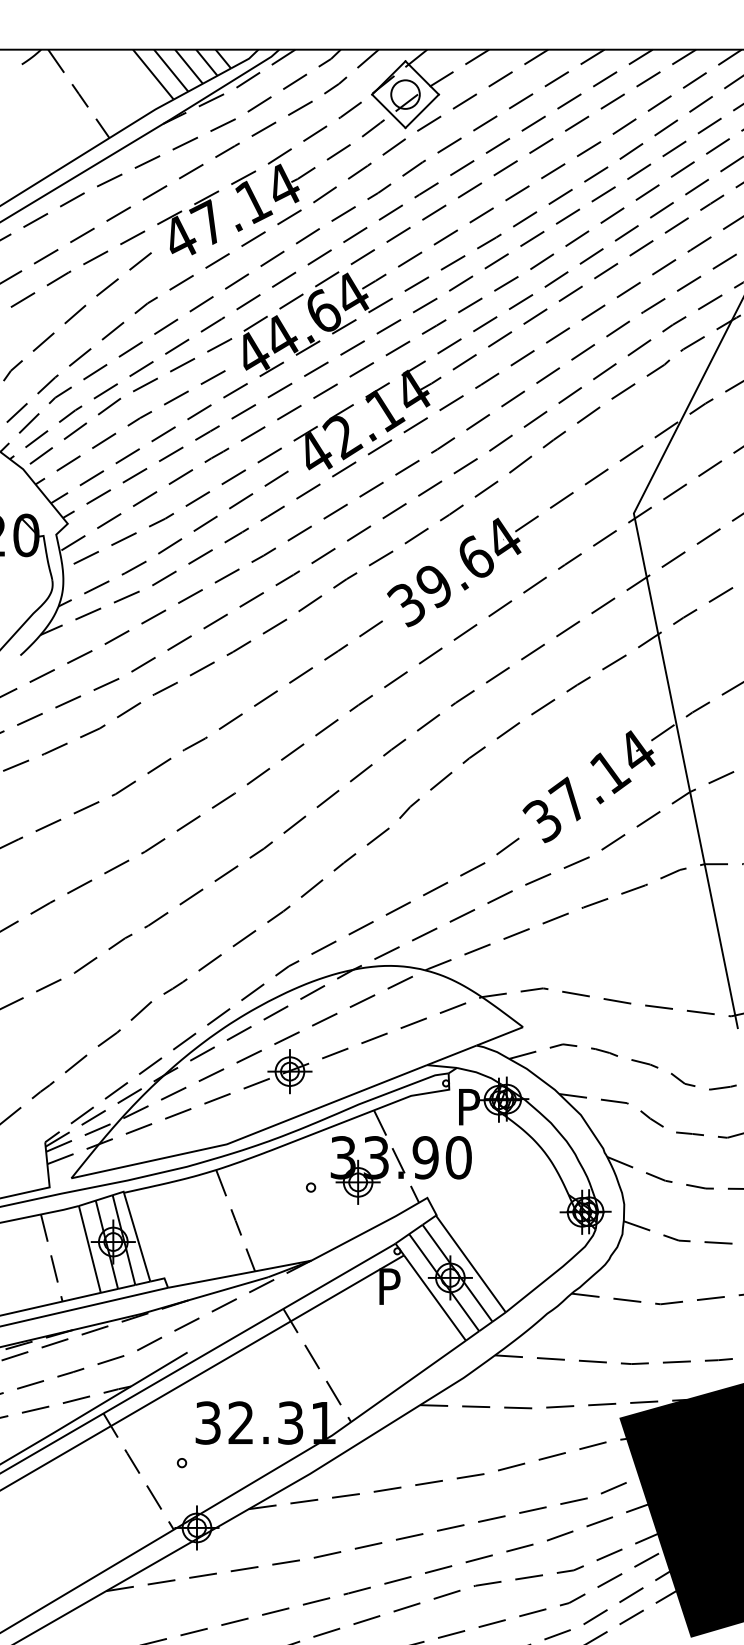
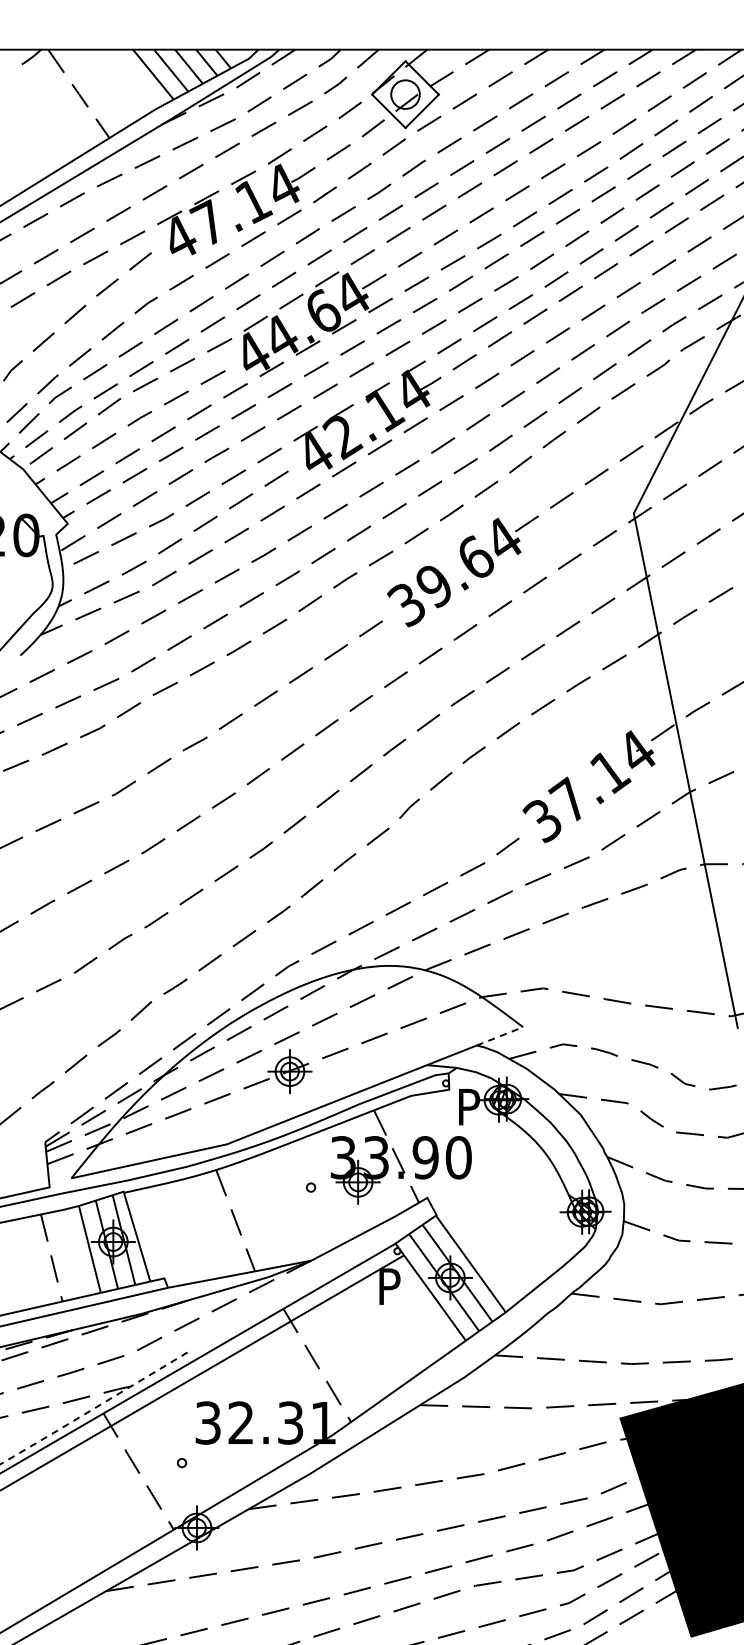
line at (499, 1036): solid -> dashed
line at (93, 1408): solid -> dashed
